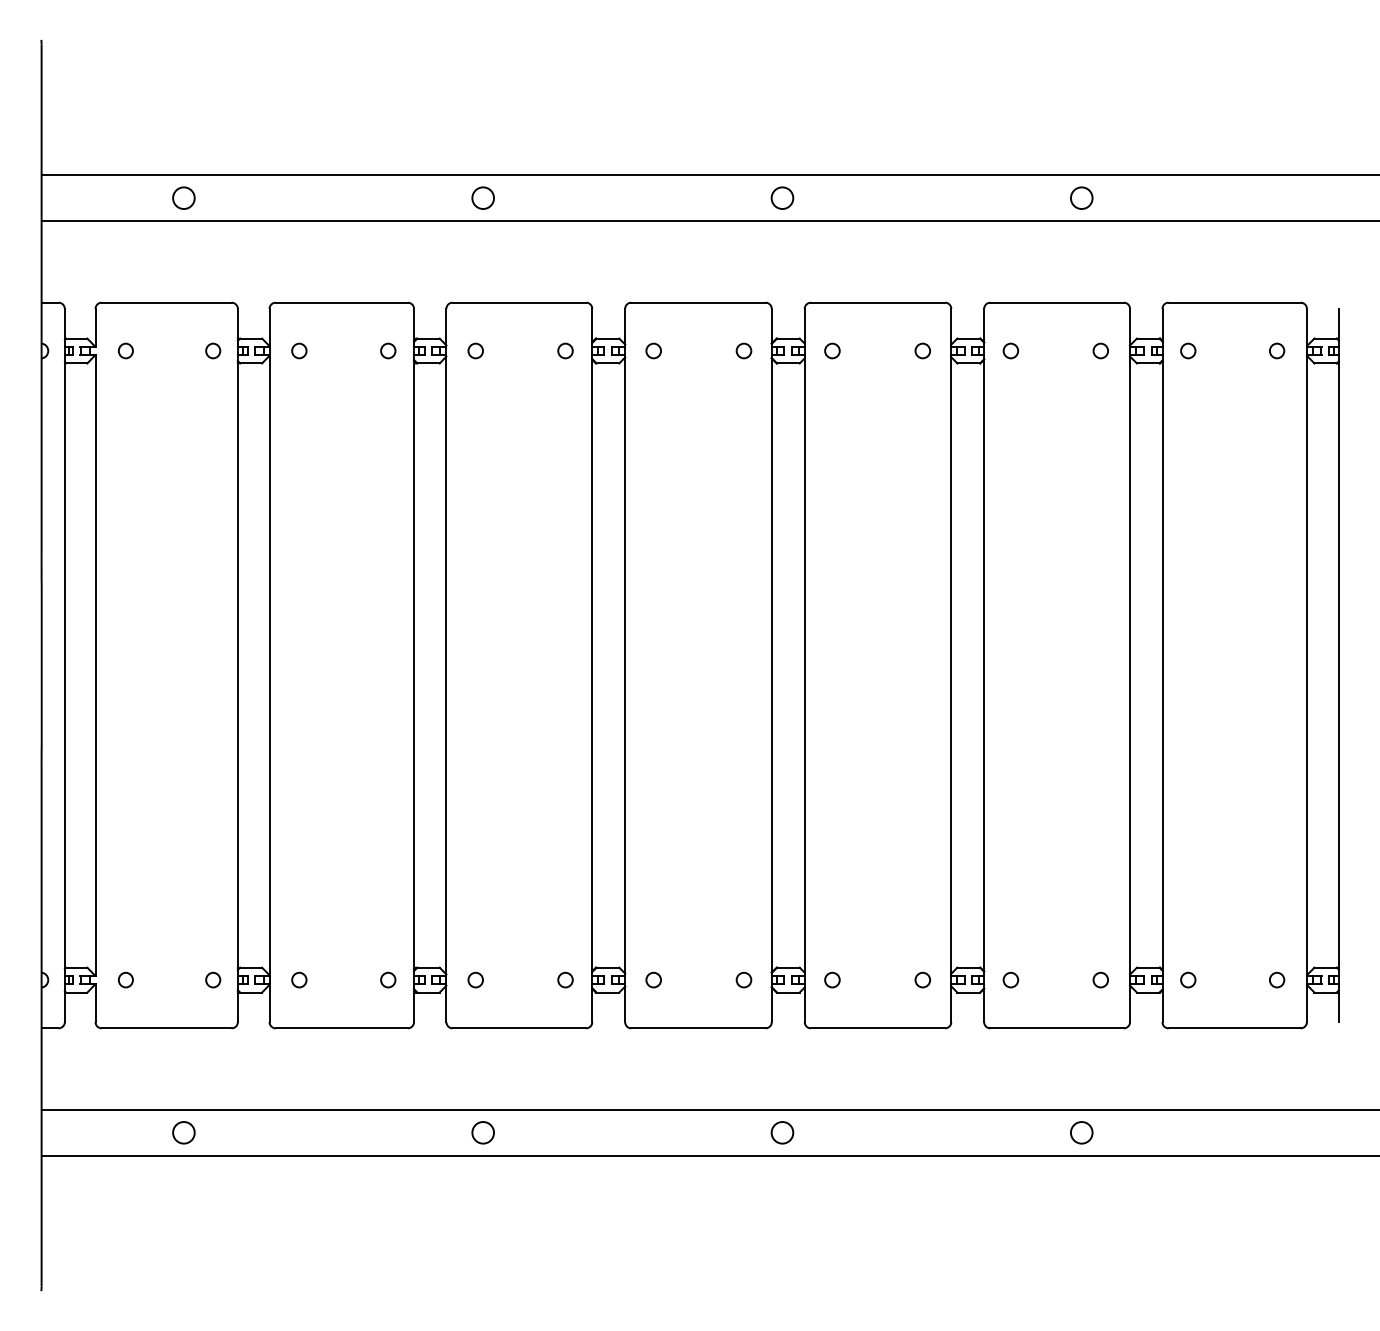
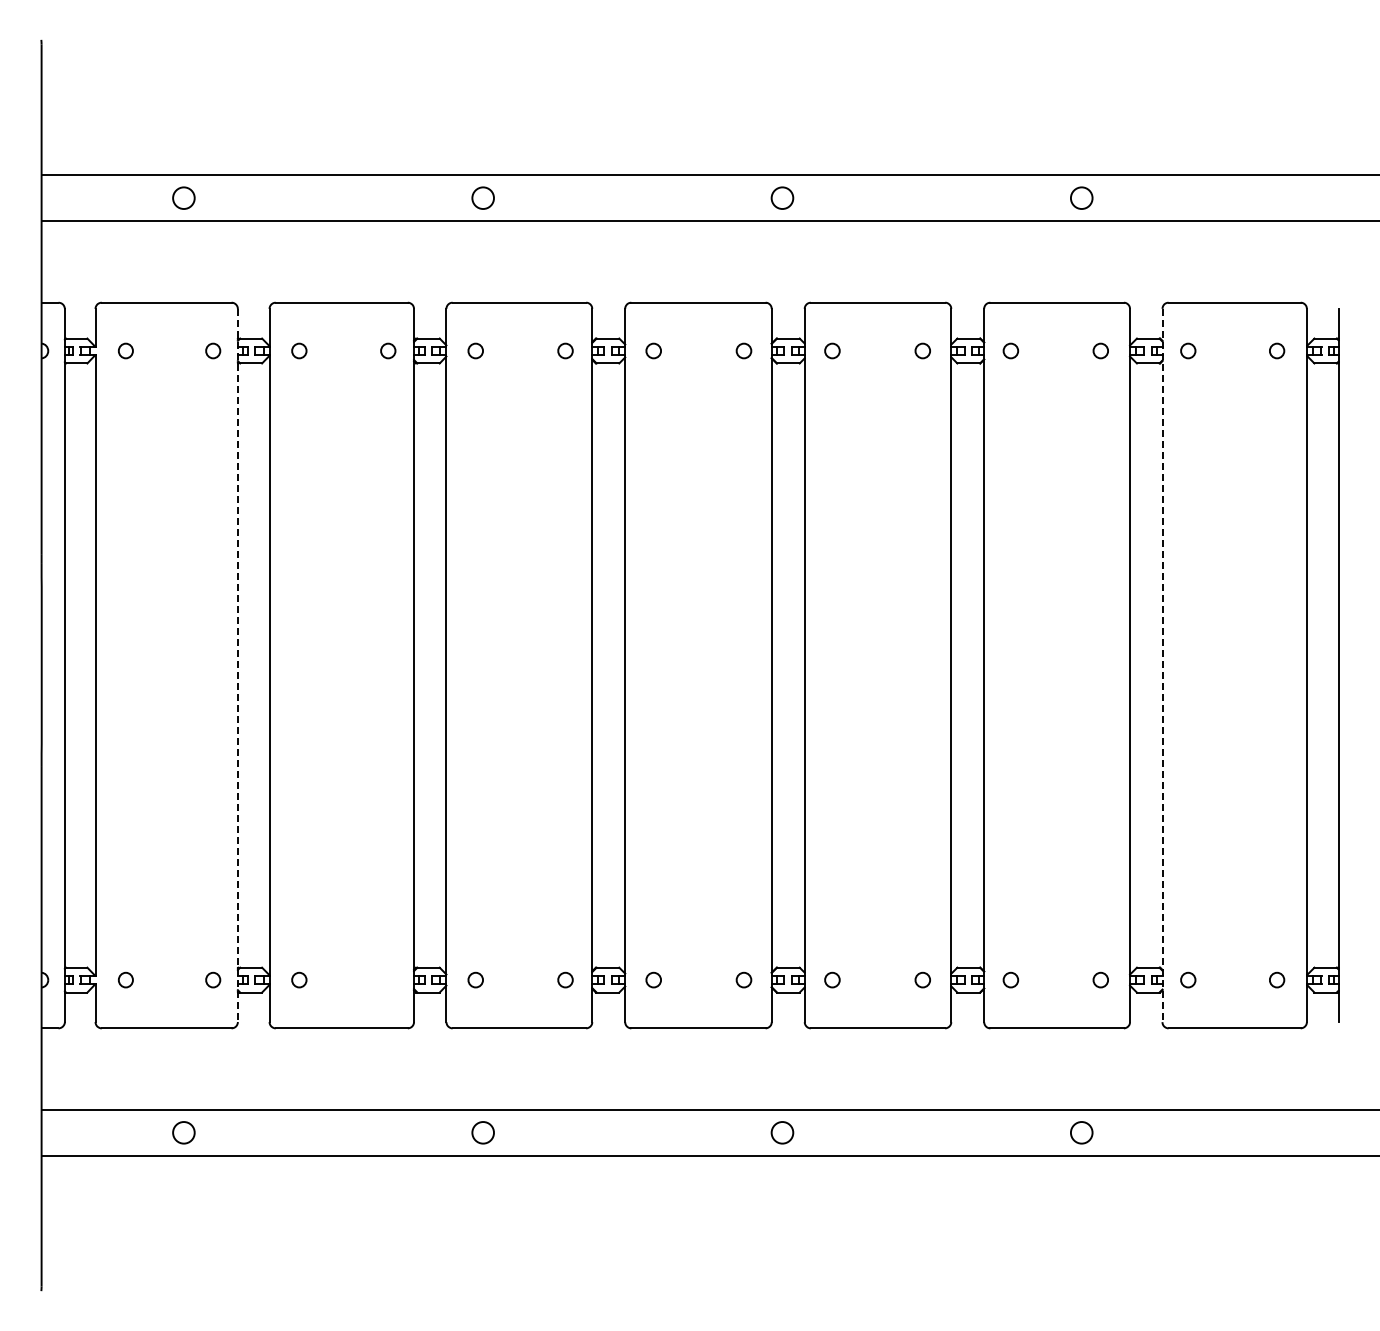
line at (237, 665): solid -> dashed
line at (1162, 665): solid -> dashed
part at (388, 979): present -> none
